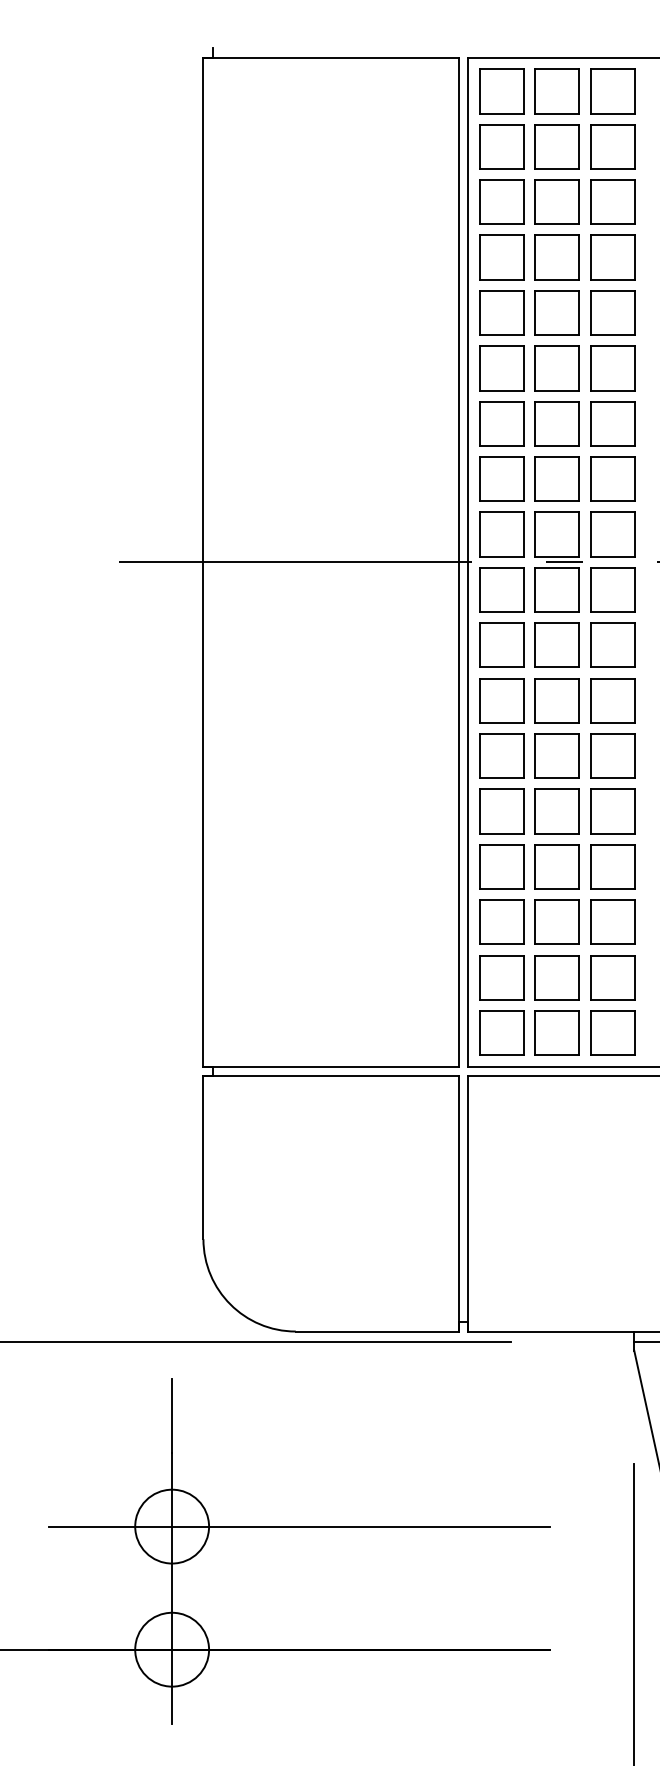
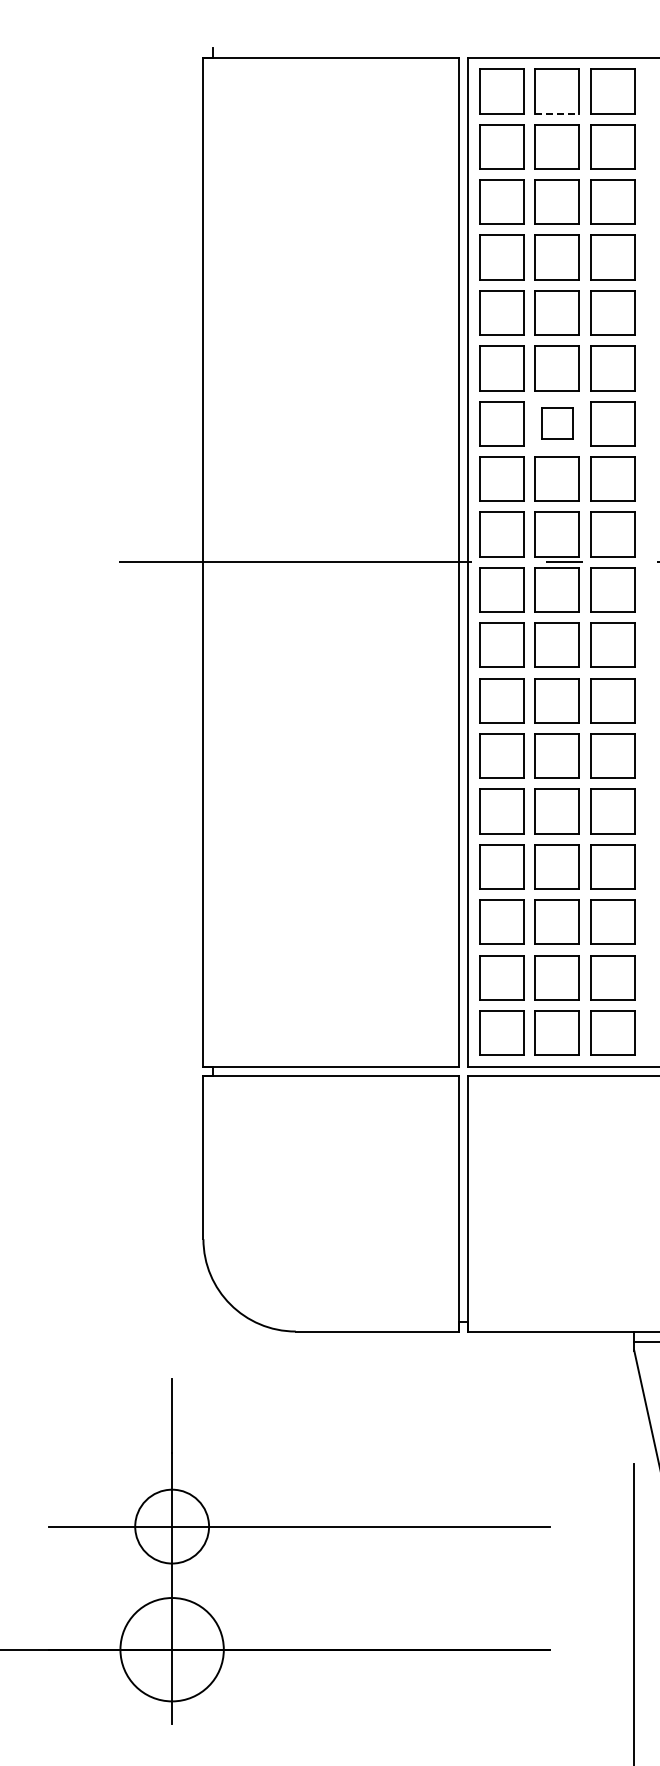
line at (557, 113): solid -> dashed
part at (556, 423) size: 46x46 px -> 33x33 px
line at (256, 1341): present -> none
circle at (172, 1649) diameter: 74 px -> 103 px
